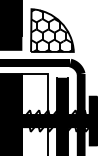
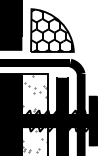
hatch at (34, 113): none -> present
